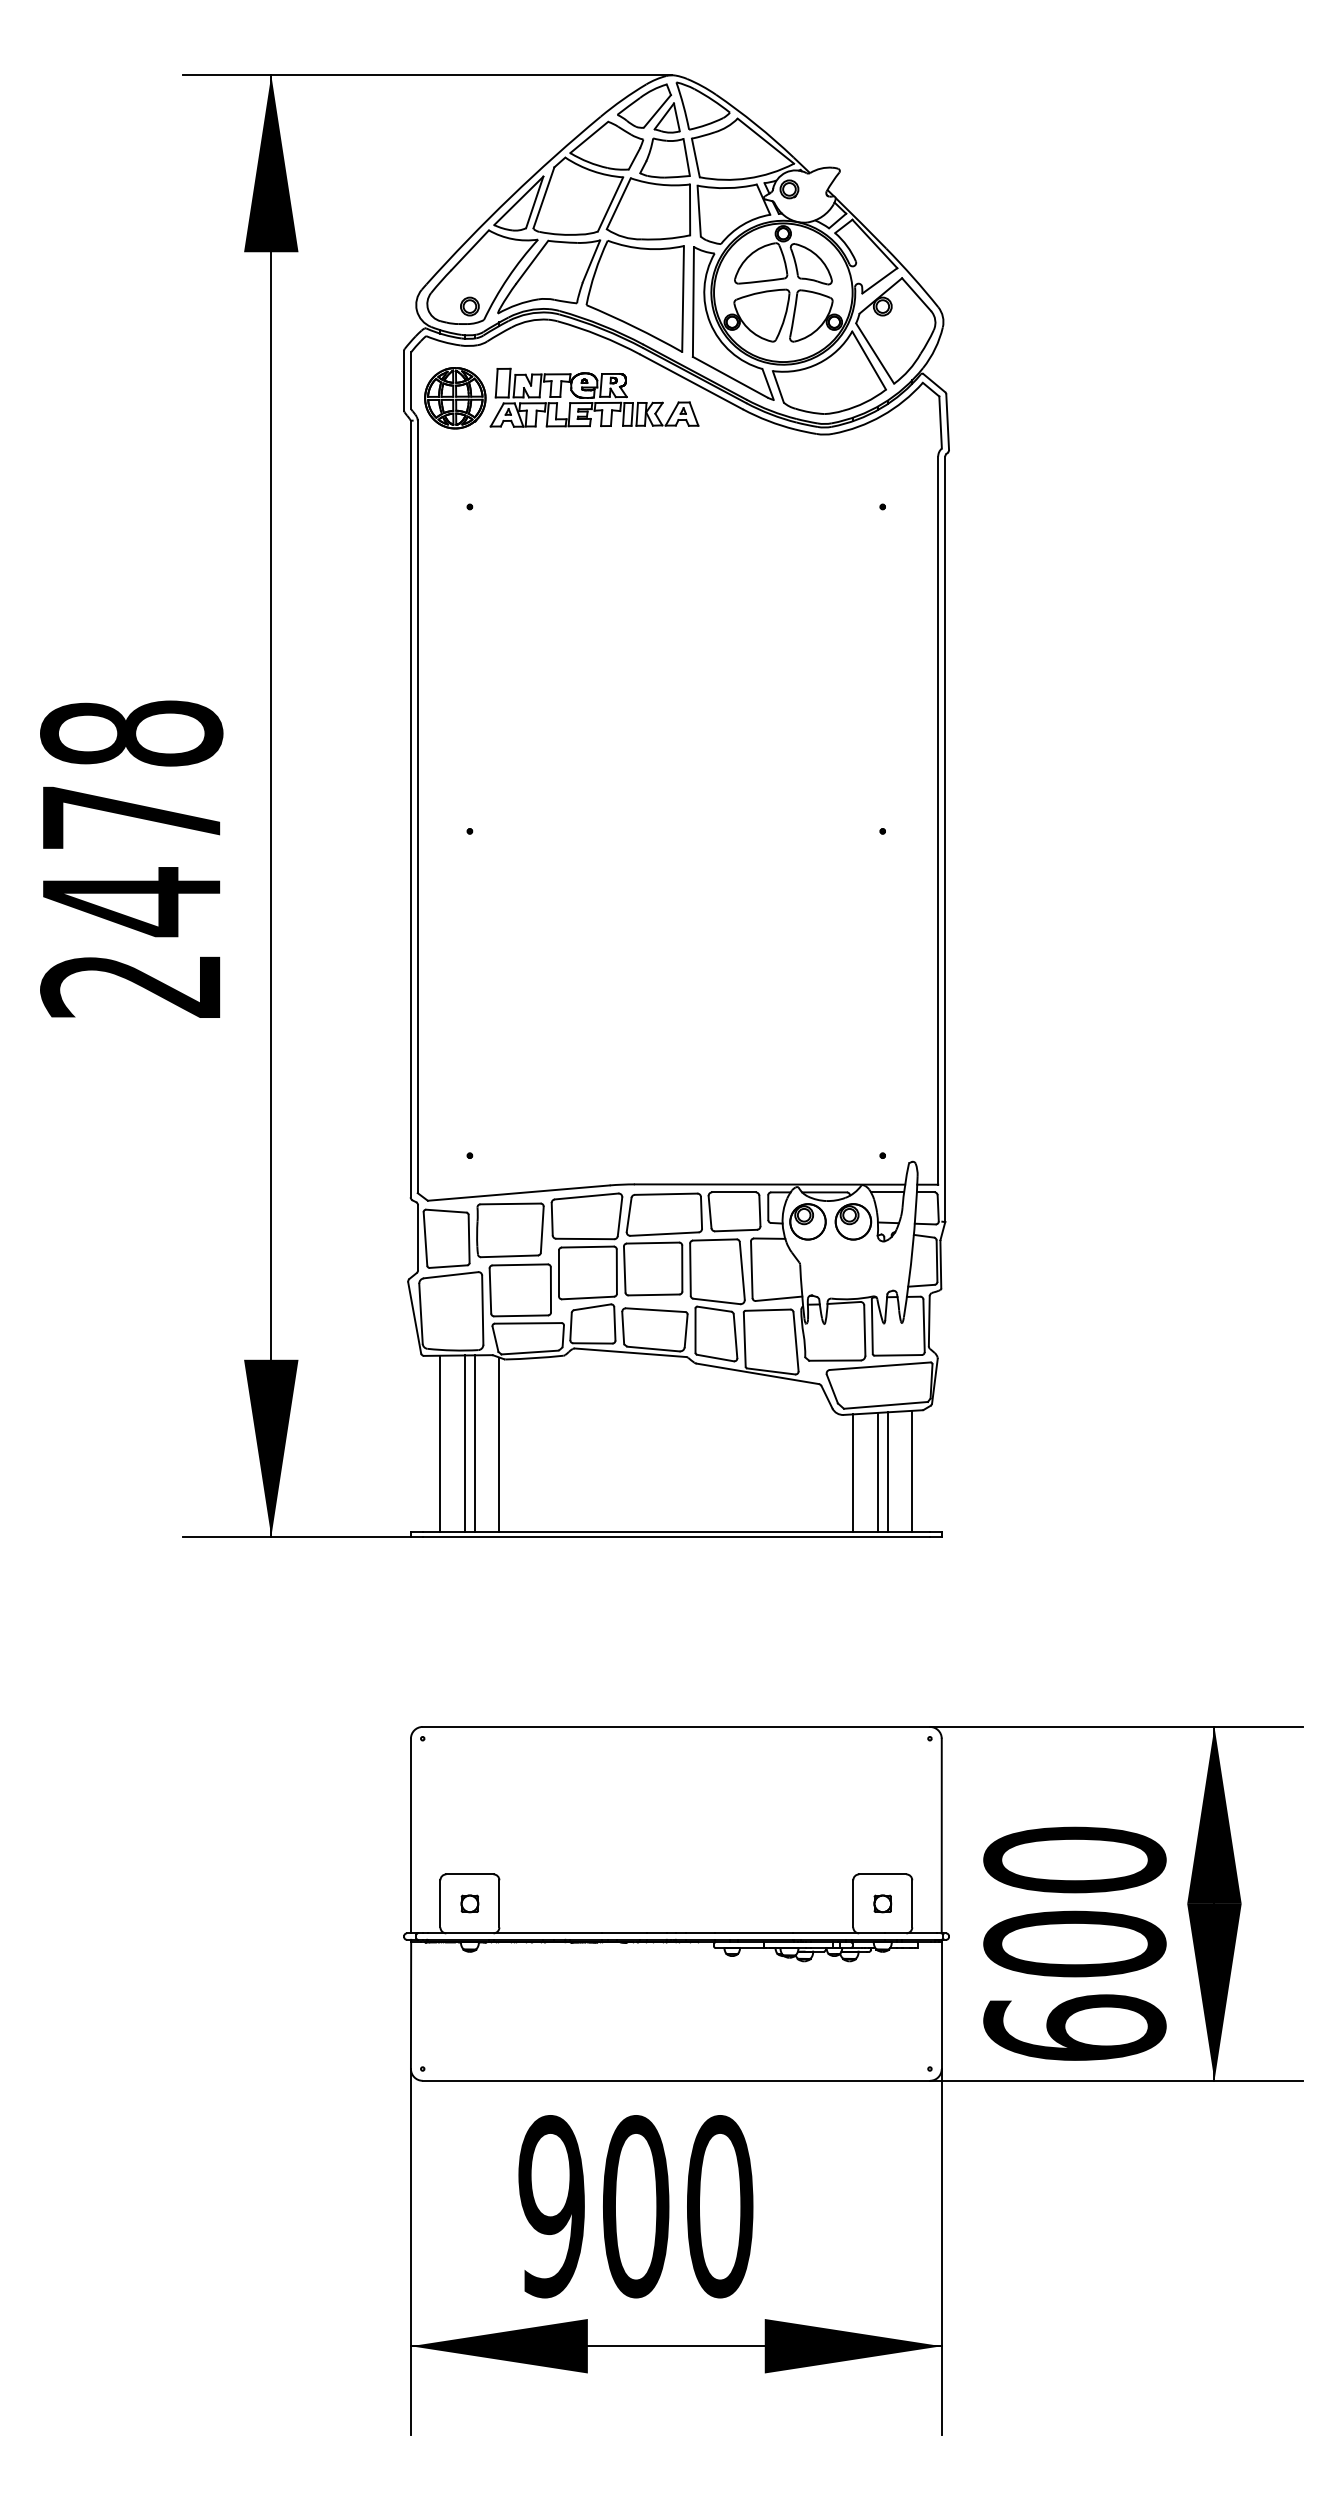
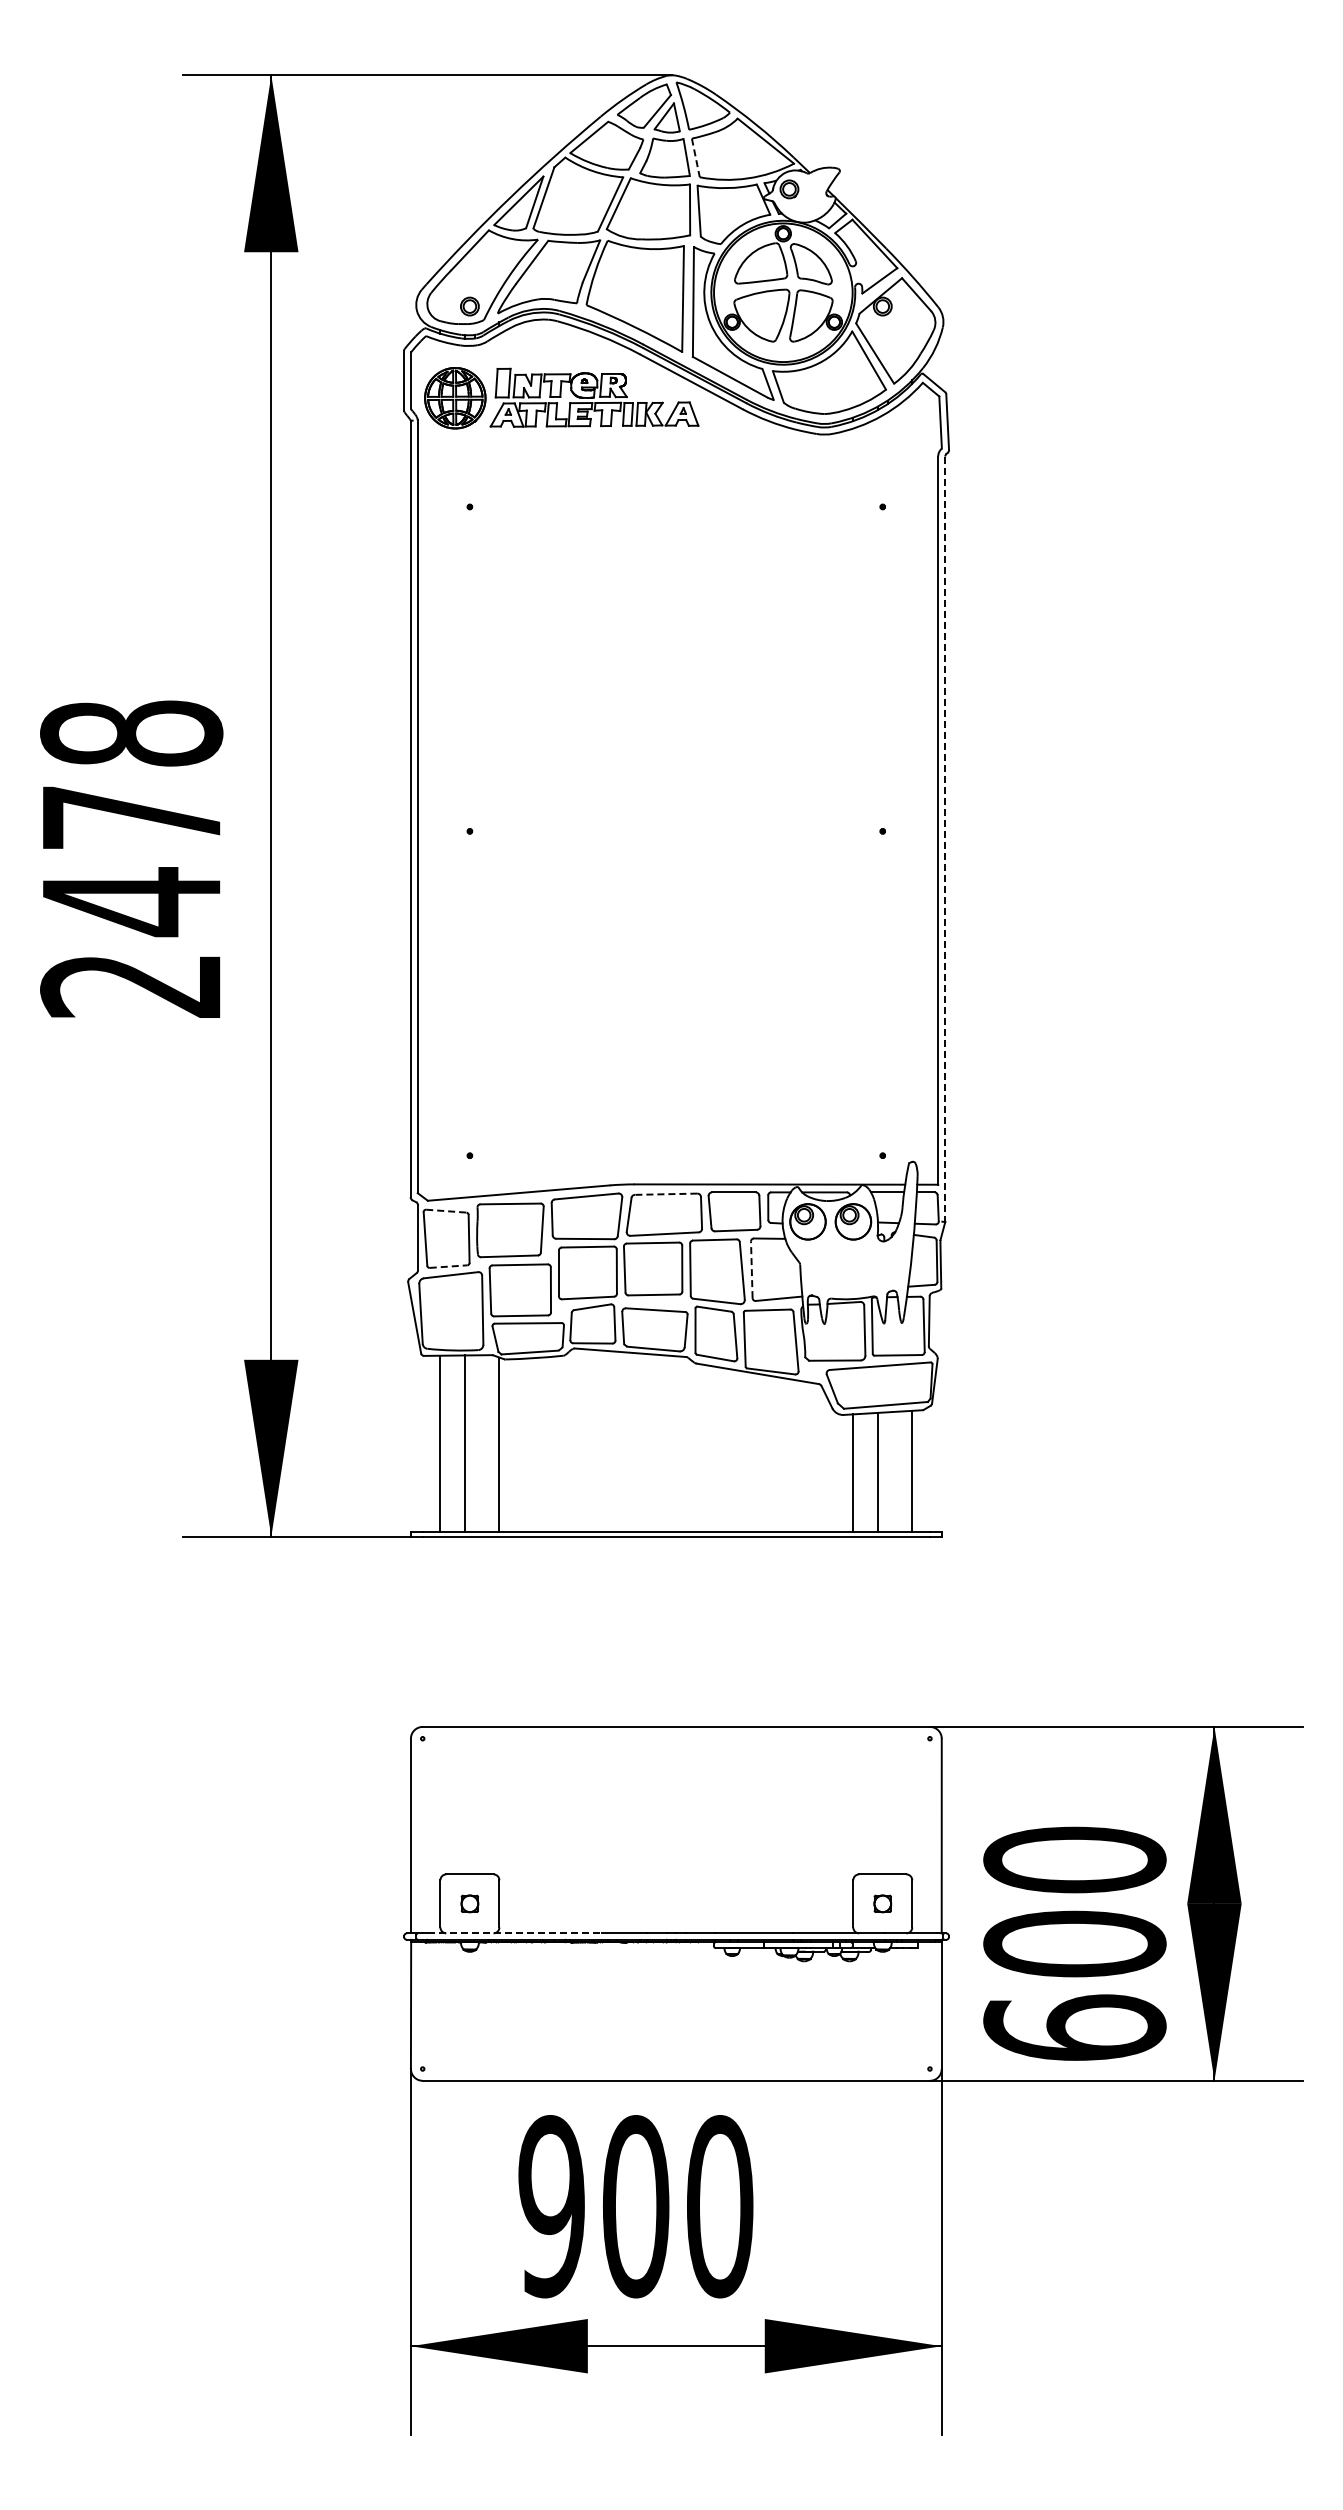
line at (695, 157): solid -> dashed
line at (945, 839): solid -> dashed
line at (665, 1194): solid -> dashed
line at (446, 1211): solid -> dashed
line at (448, 1266): solid -> dashed
line at (751, 1269): solid -> dashed
line at (474, 1443): present -> none
line at (887, 1472): present -> none
line at (515, 1933): solid -> dashed
